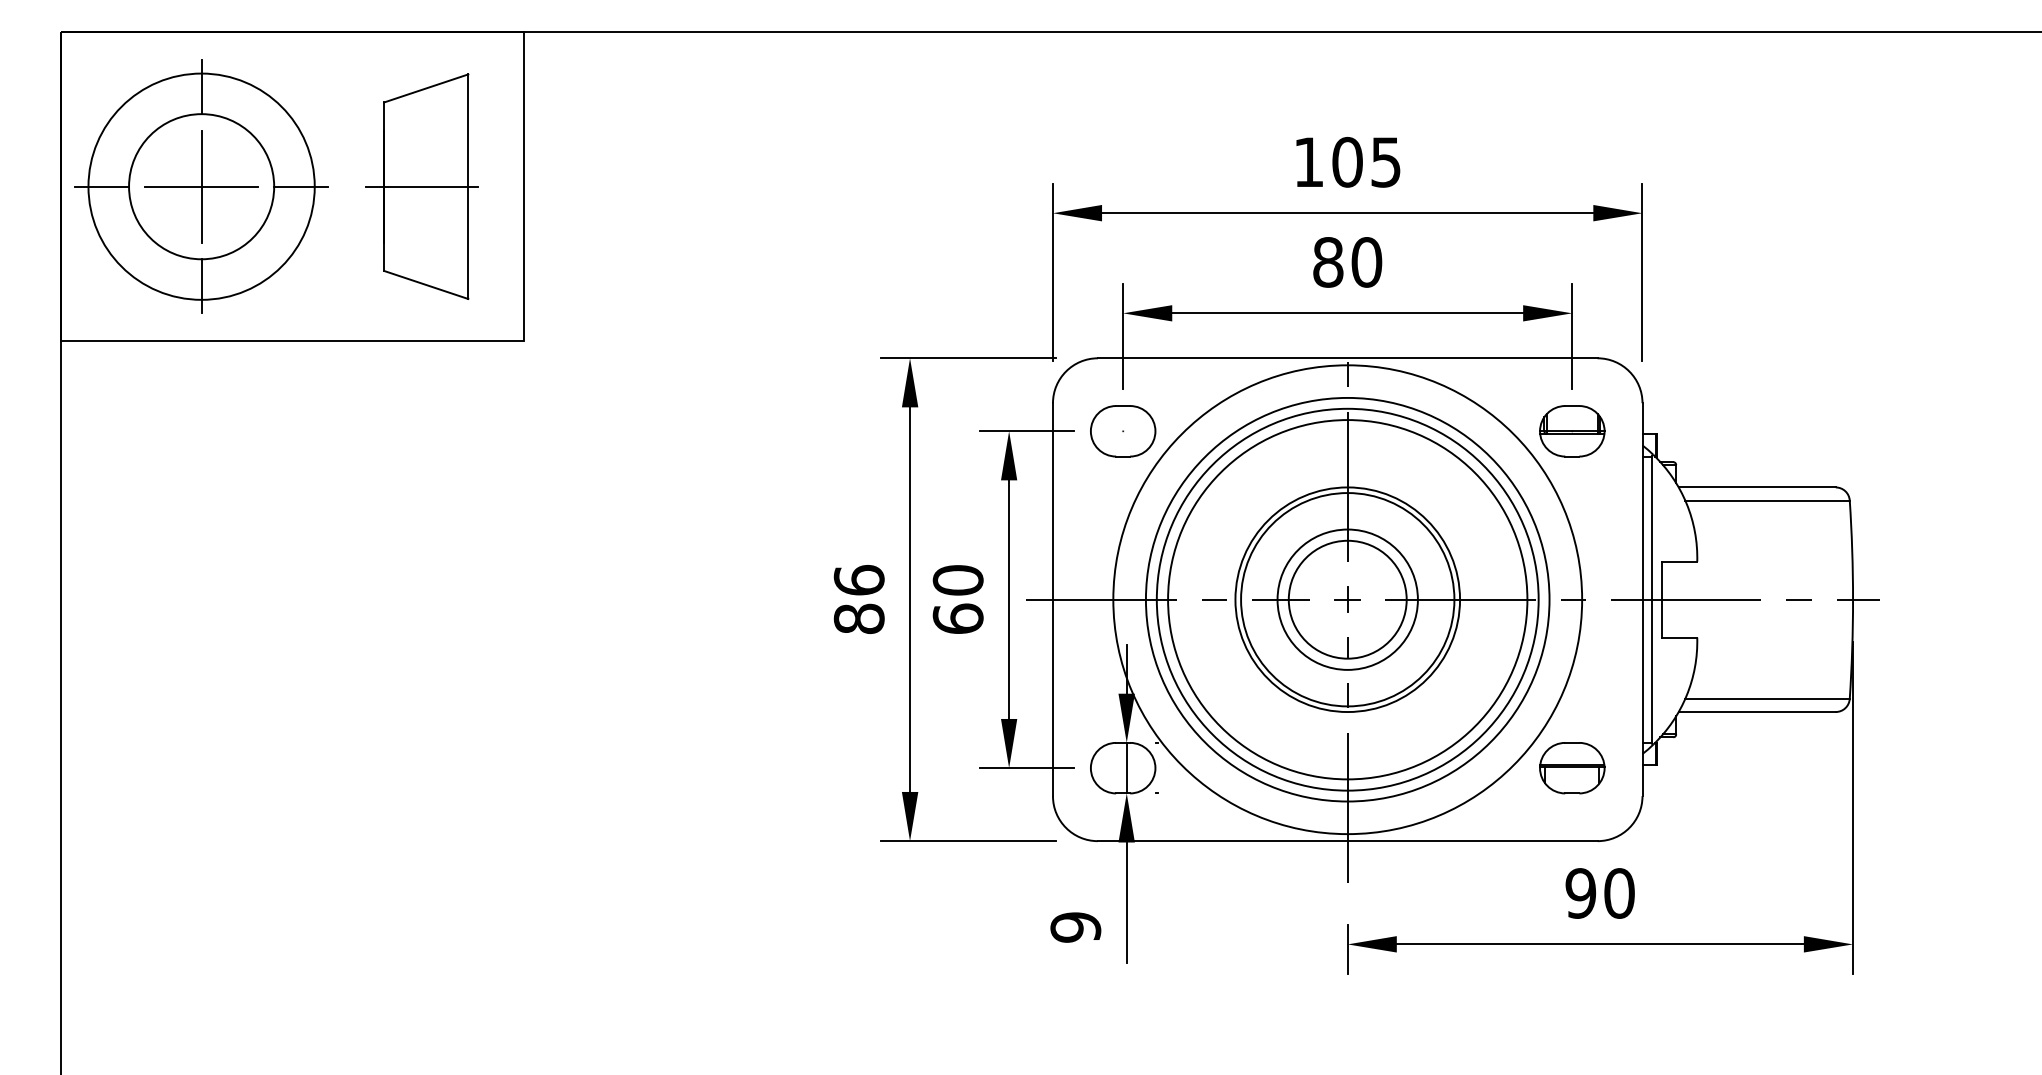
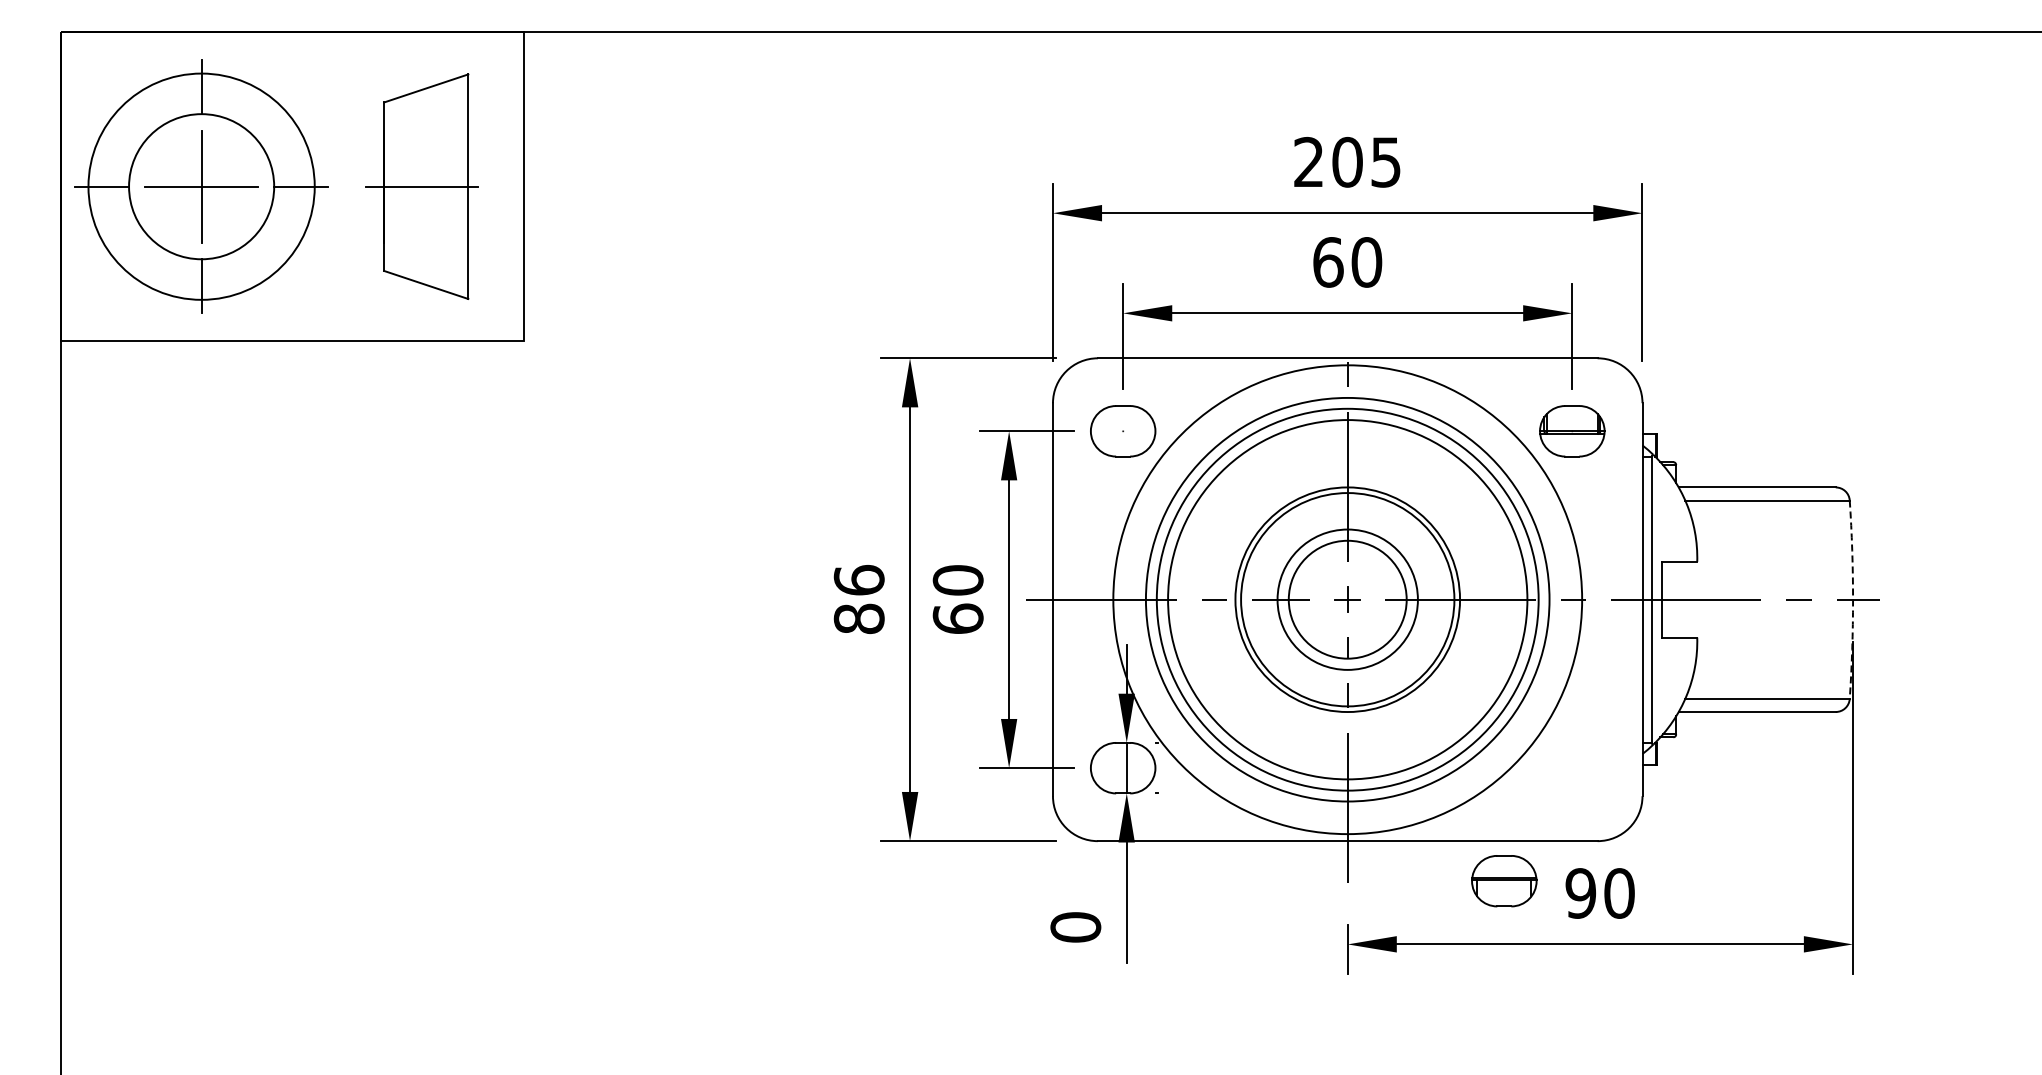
text at (1308, 161): 105 -> 205
text at (1328, 262): 80 -> 60
arc at (1853, 599): solid -> dashed
part at (1572, 768) position: (1572, 768) -> (1504, 881)
text at (1075, 927): 9 -> 0
